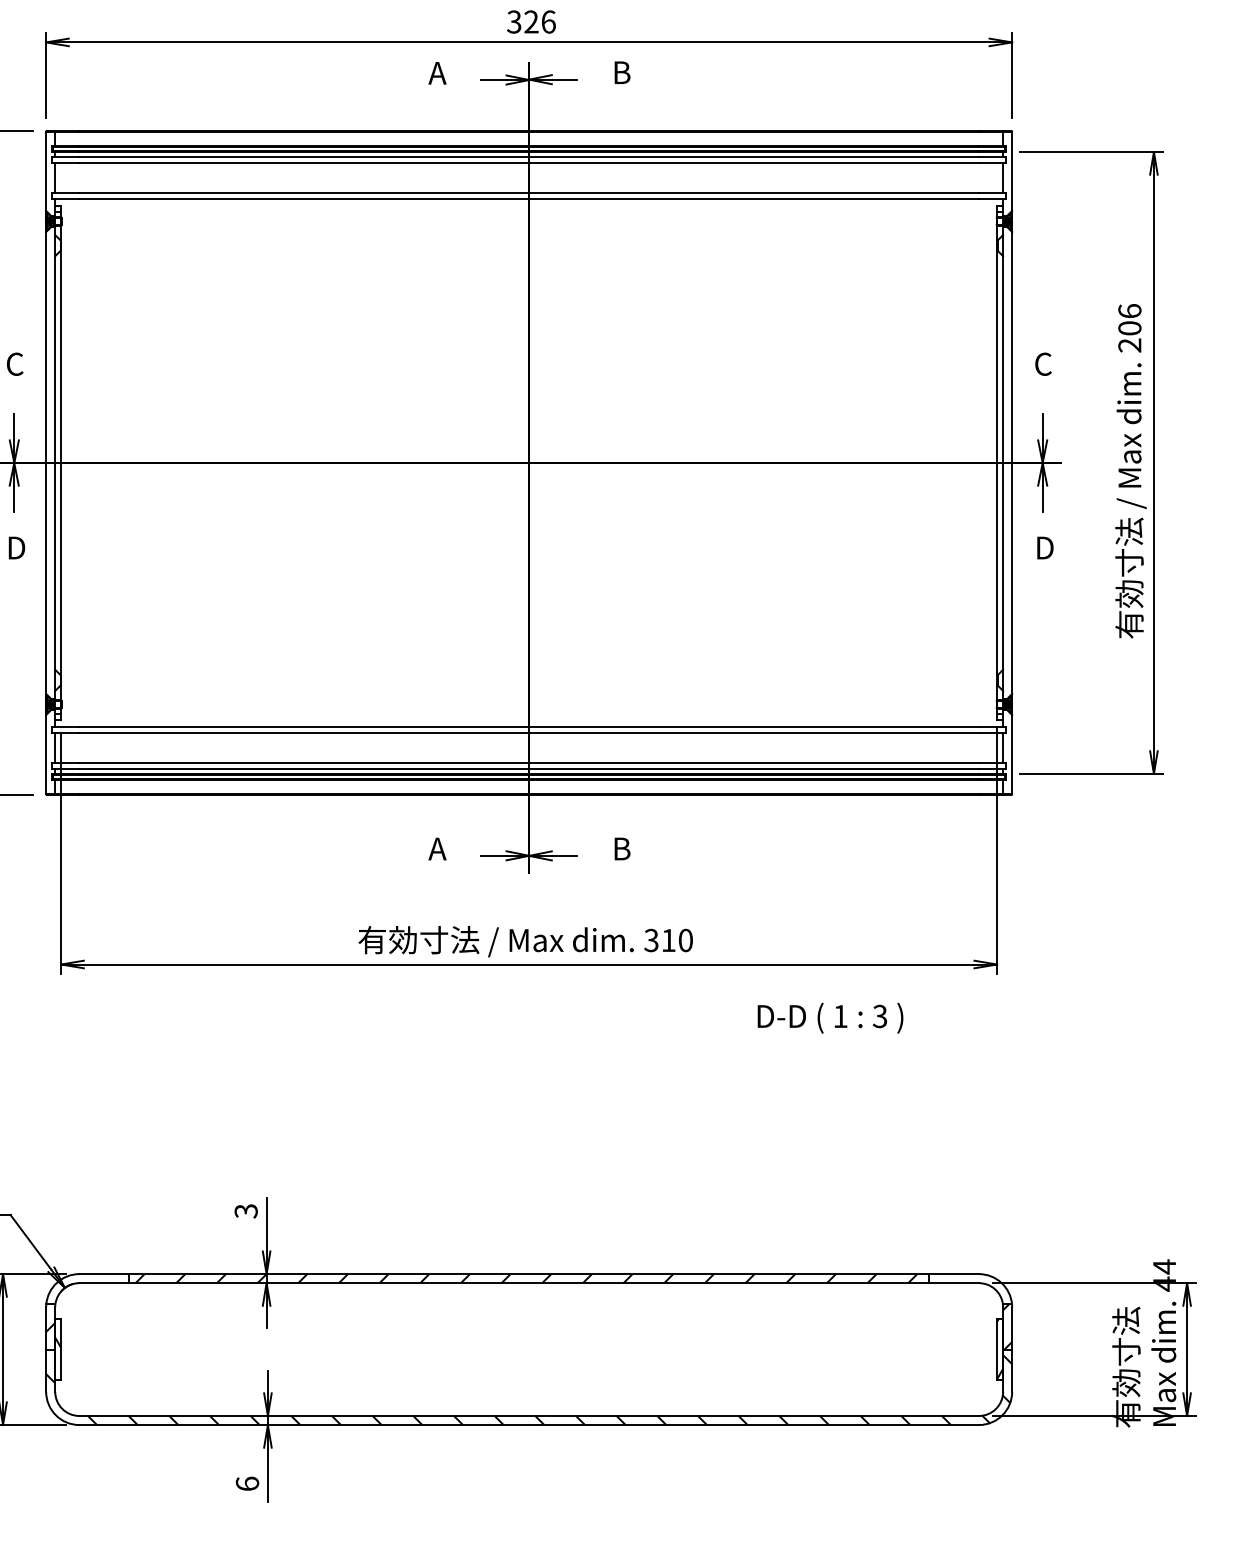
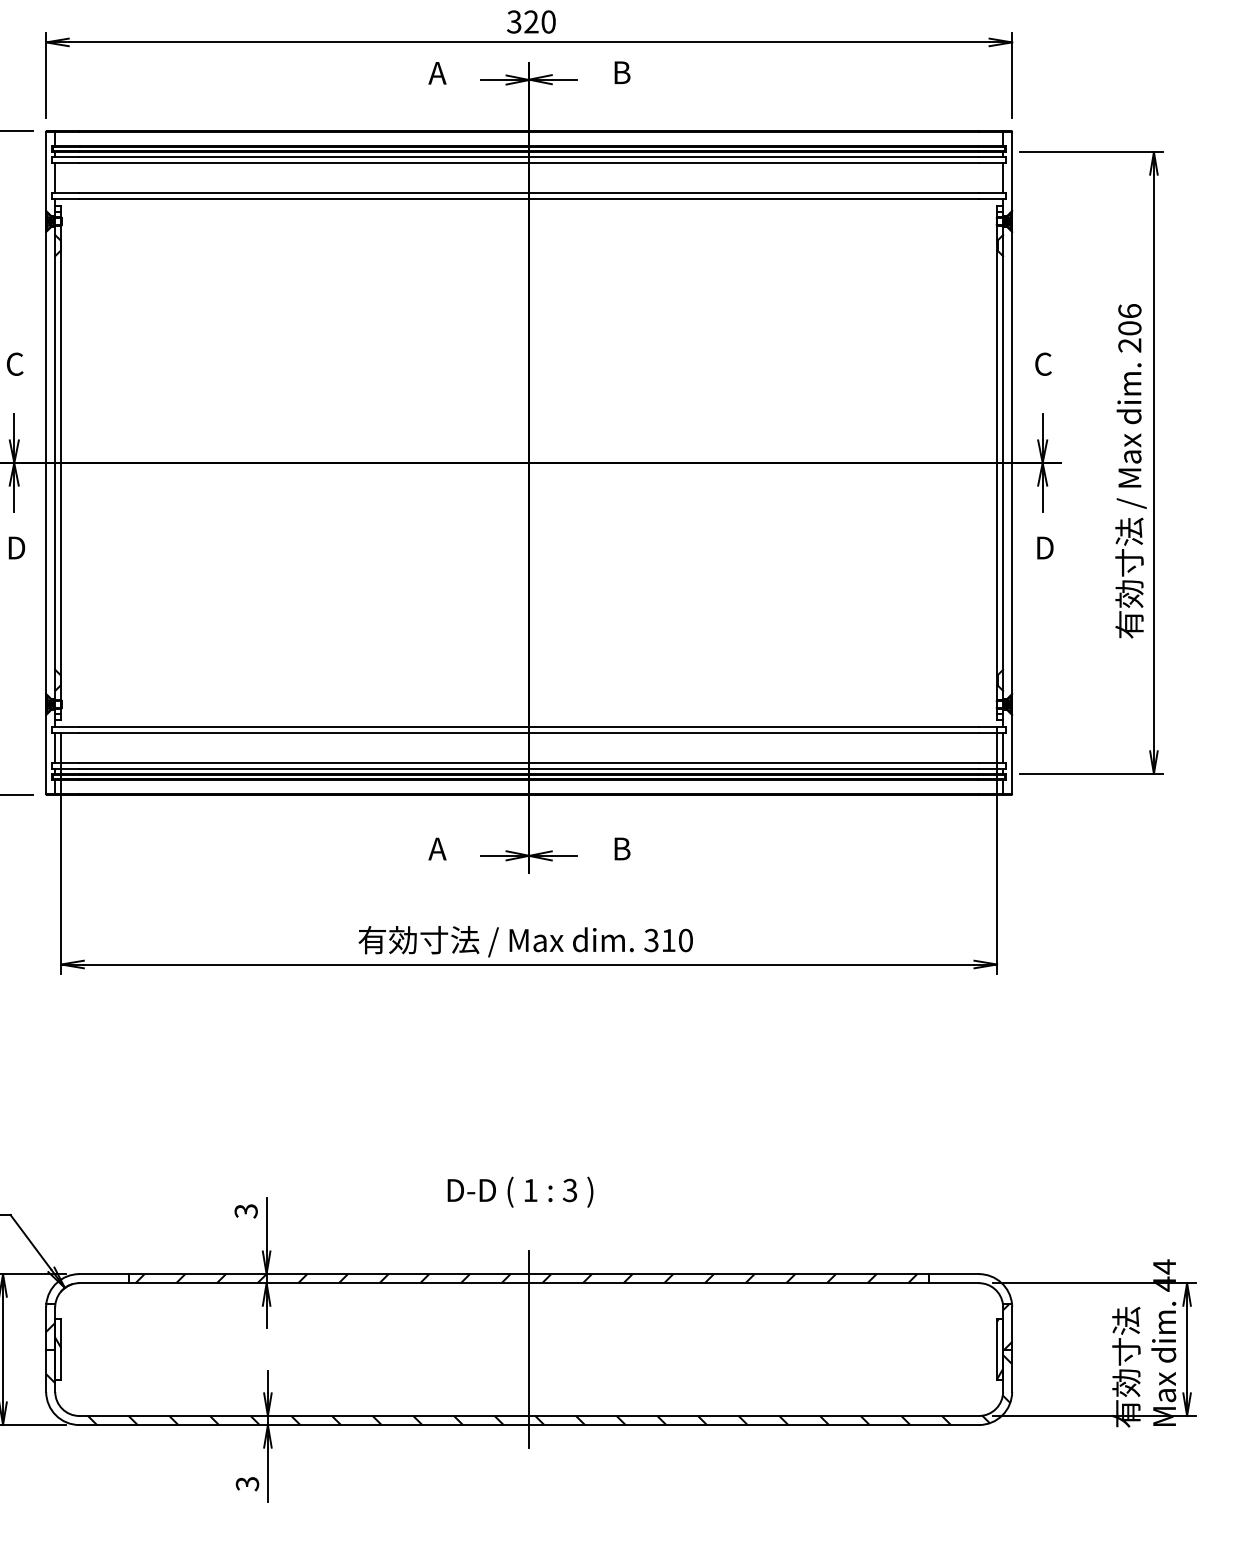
text at (548, 21): 326 -> 320
text at (830, 1017) position: (830, 1017) -> (520, 1191)
line at (529, 1349): none -> present
text at (247, 1483): 6 -> 3
